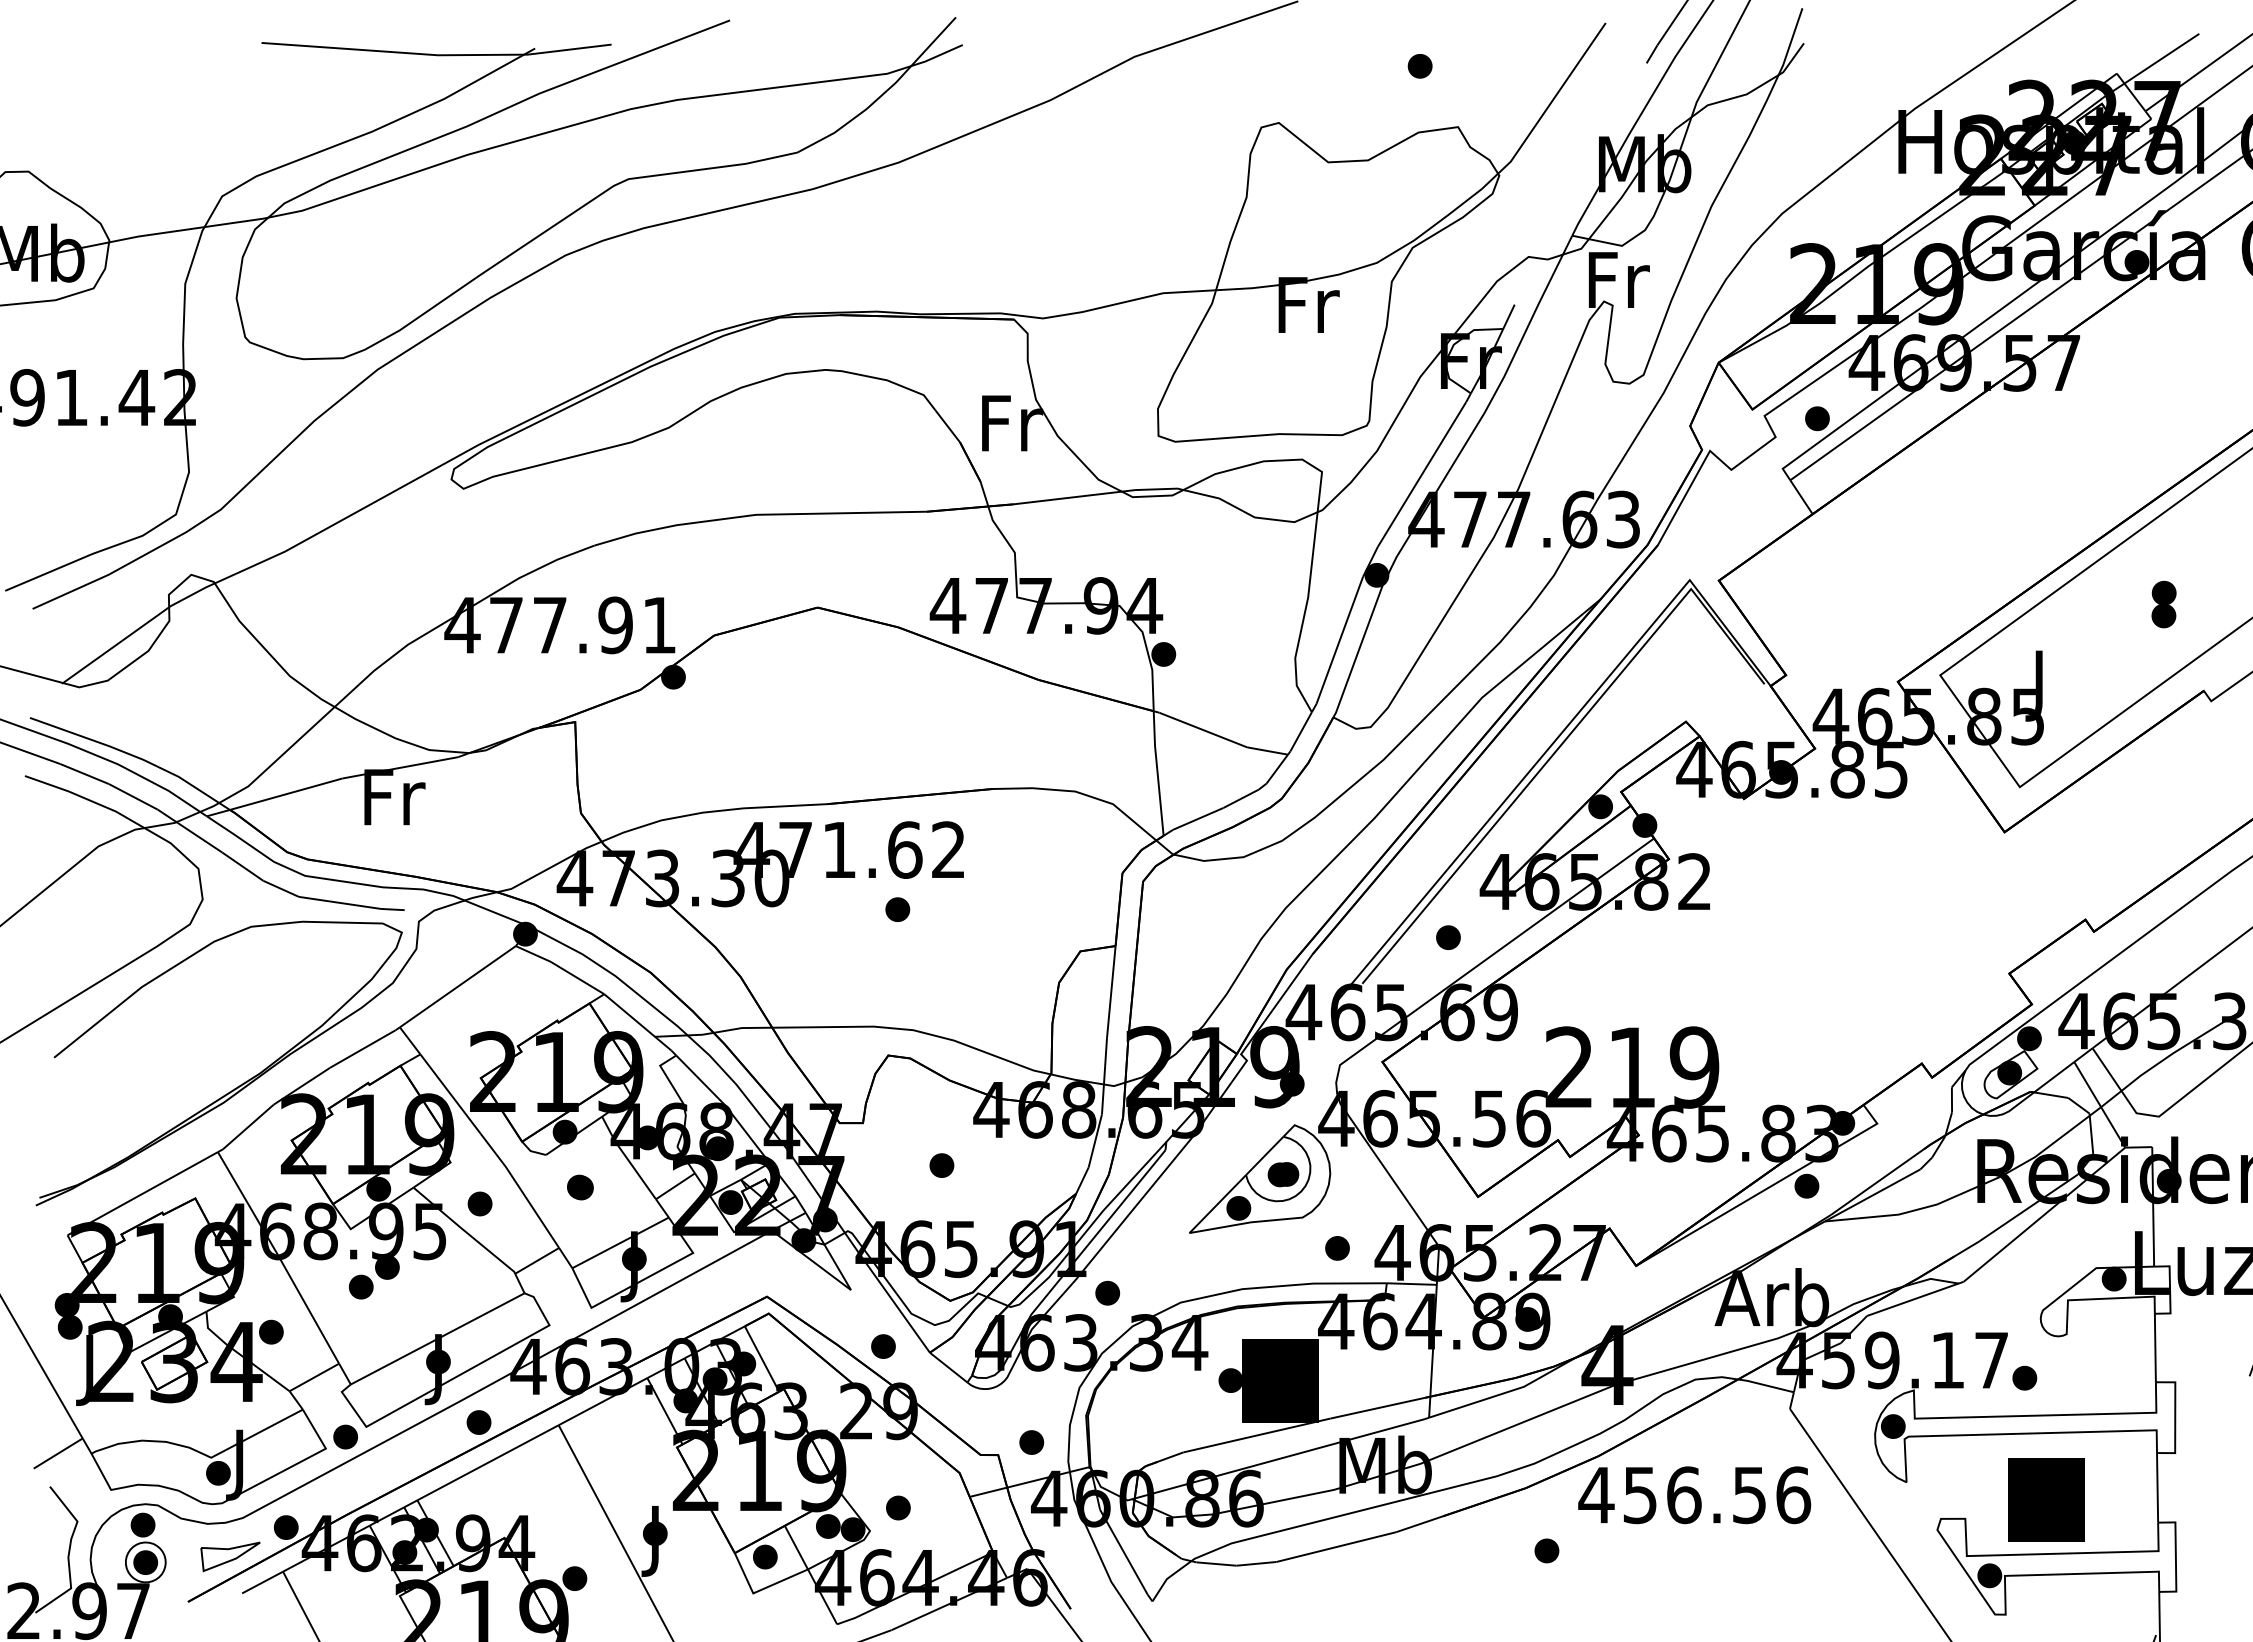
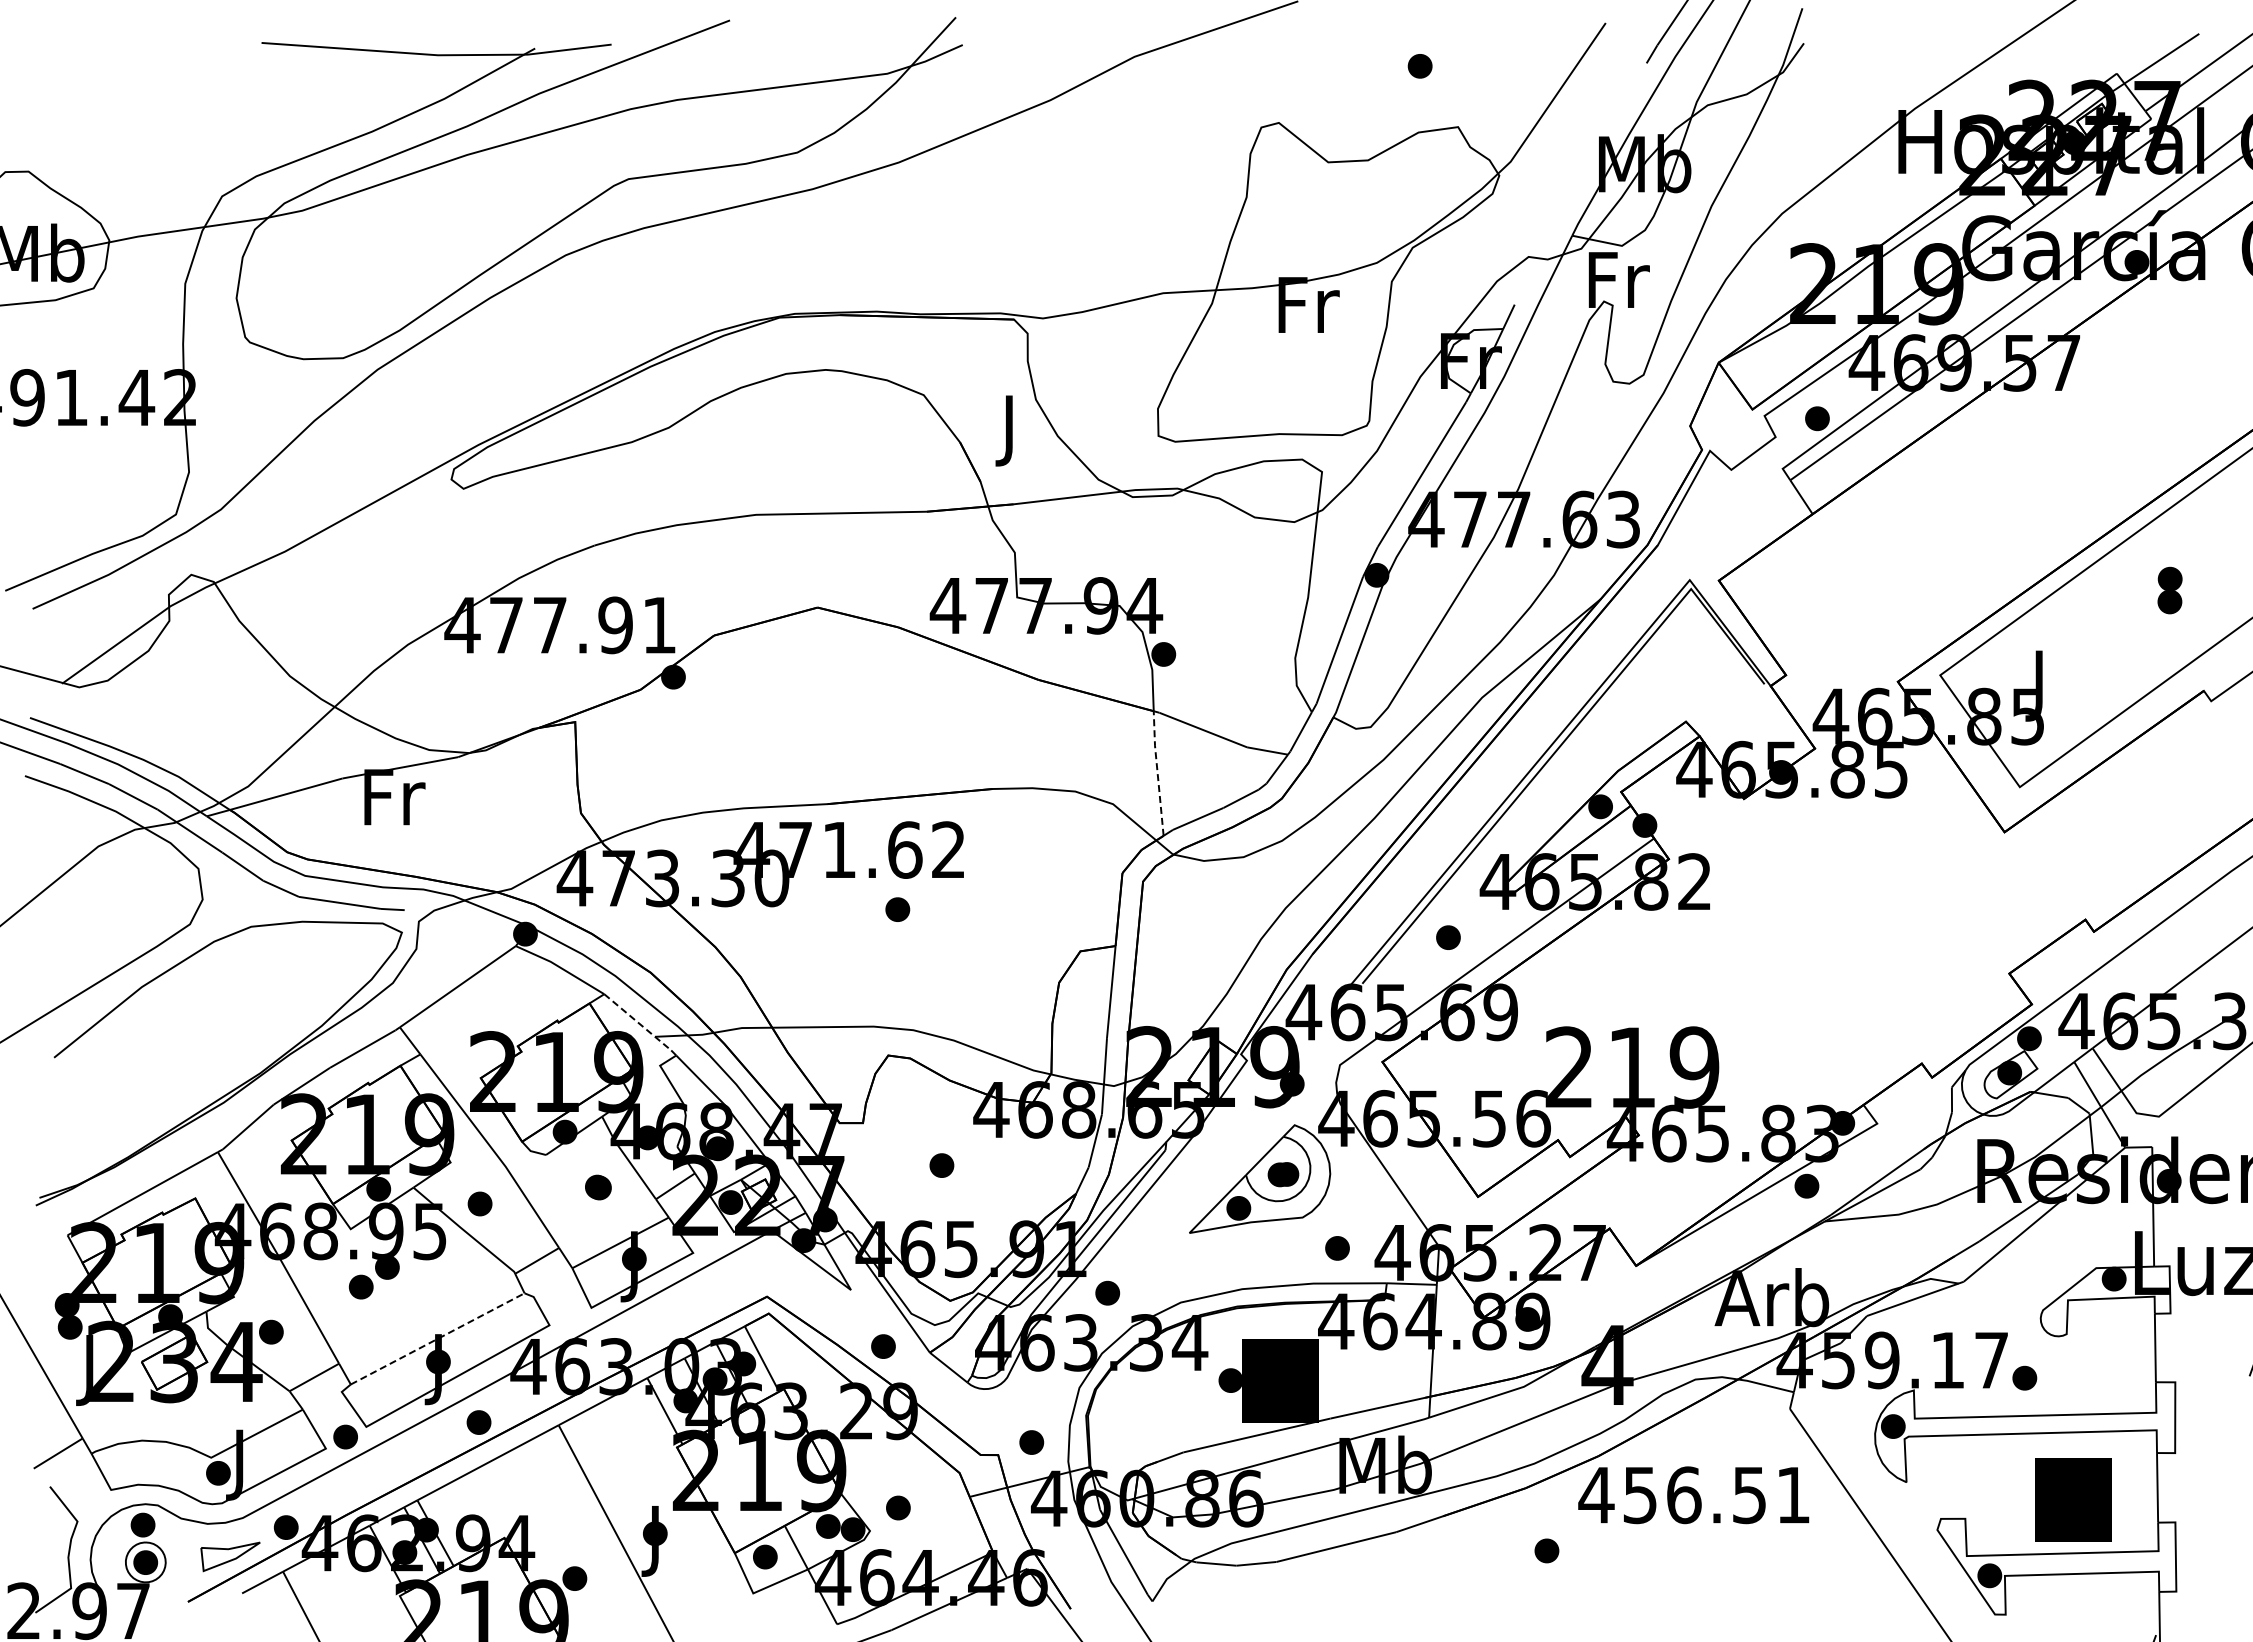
text at (1012, 430): Fr -> J
part at (2163, 604) position: (2163, 604) -> (2169, 590)
line at (1157, 772): solid -> dashed
line at (637, 1022): solid -> dashed
part at (580, 1187) position: (580, 1187) -> (598, 1187)
line at (438, 1338): solid -> dashed
text at (1793, 1495): 456.56 -> 456.51
text at (2046, 1499) position: (2046, 1499) -> (2073, 1499)
